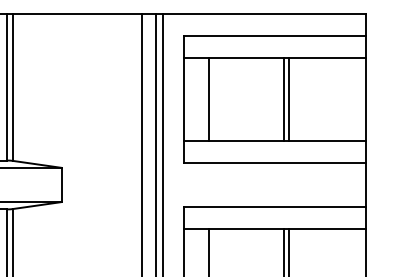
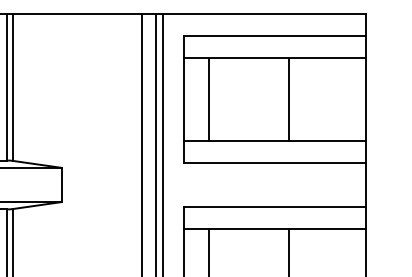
line at (283, 98): present -> none
line at (283, 250): present -> none
